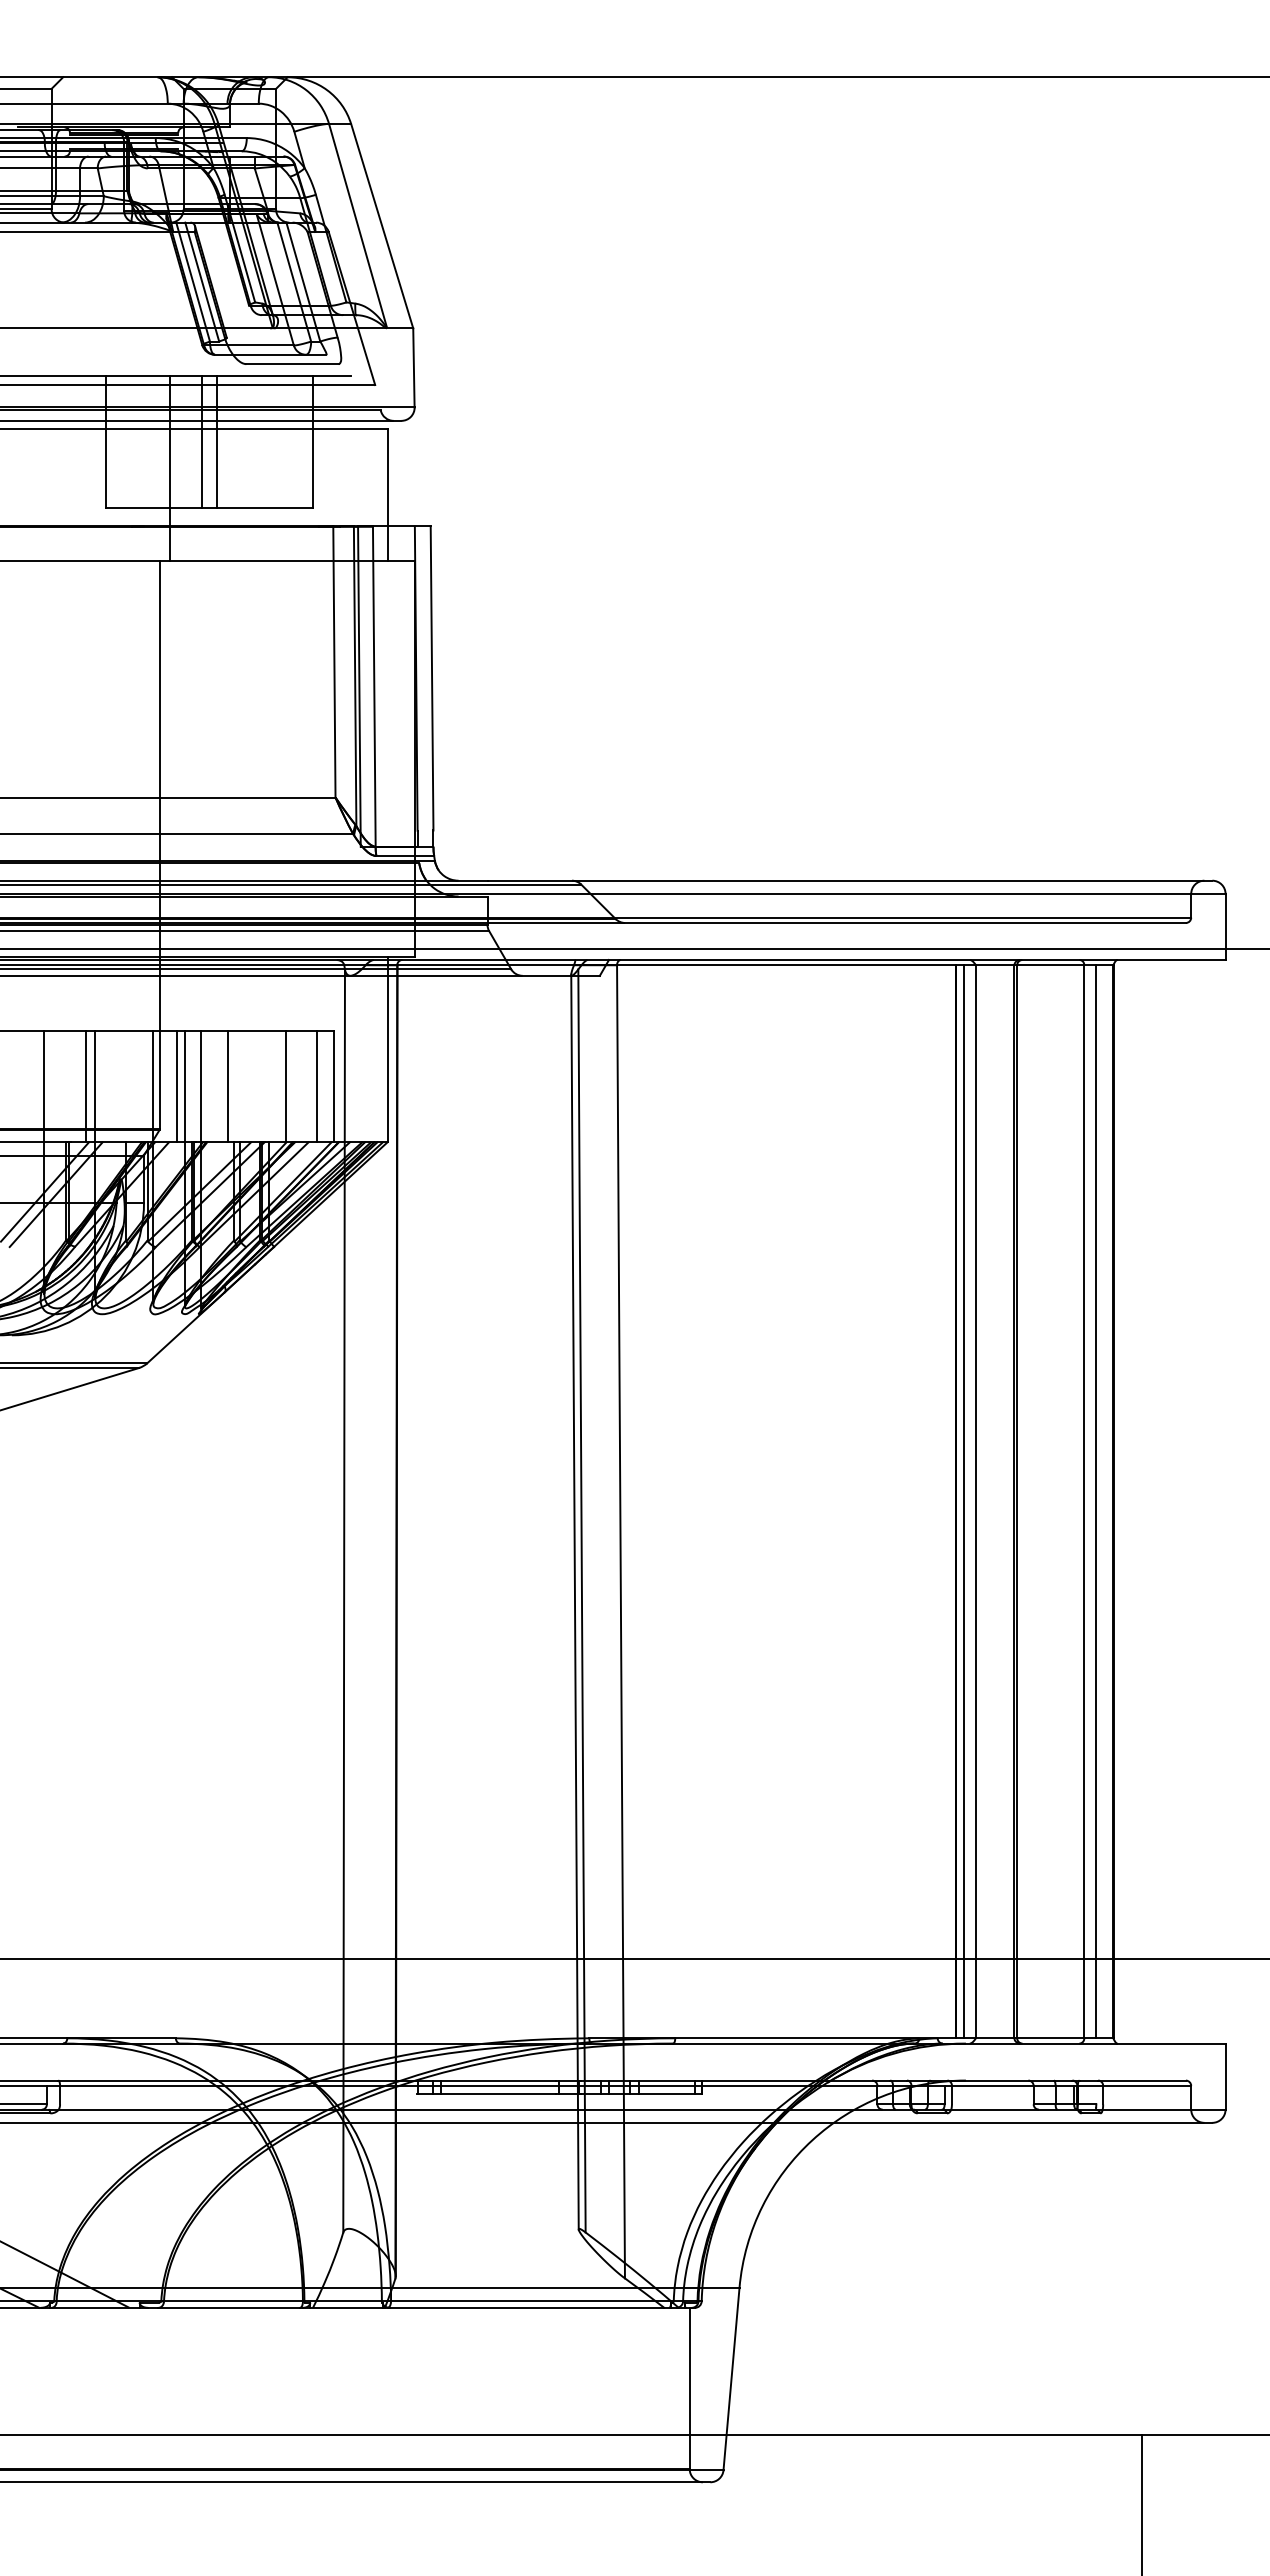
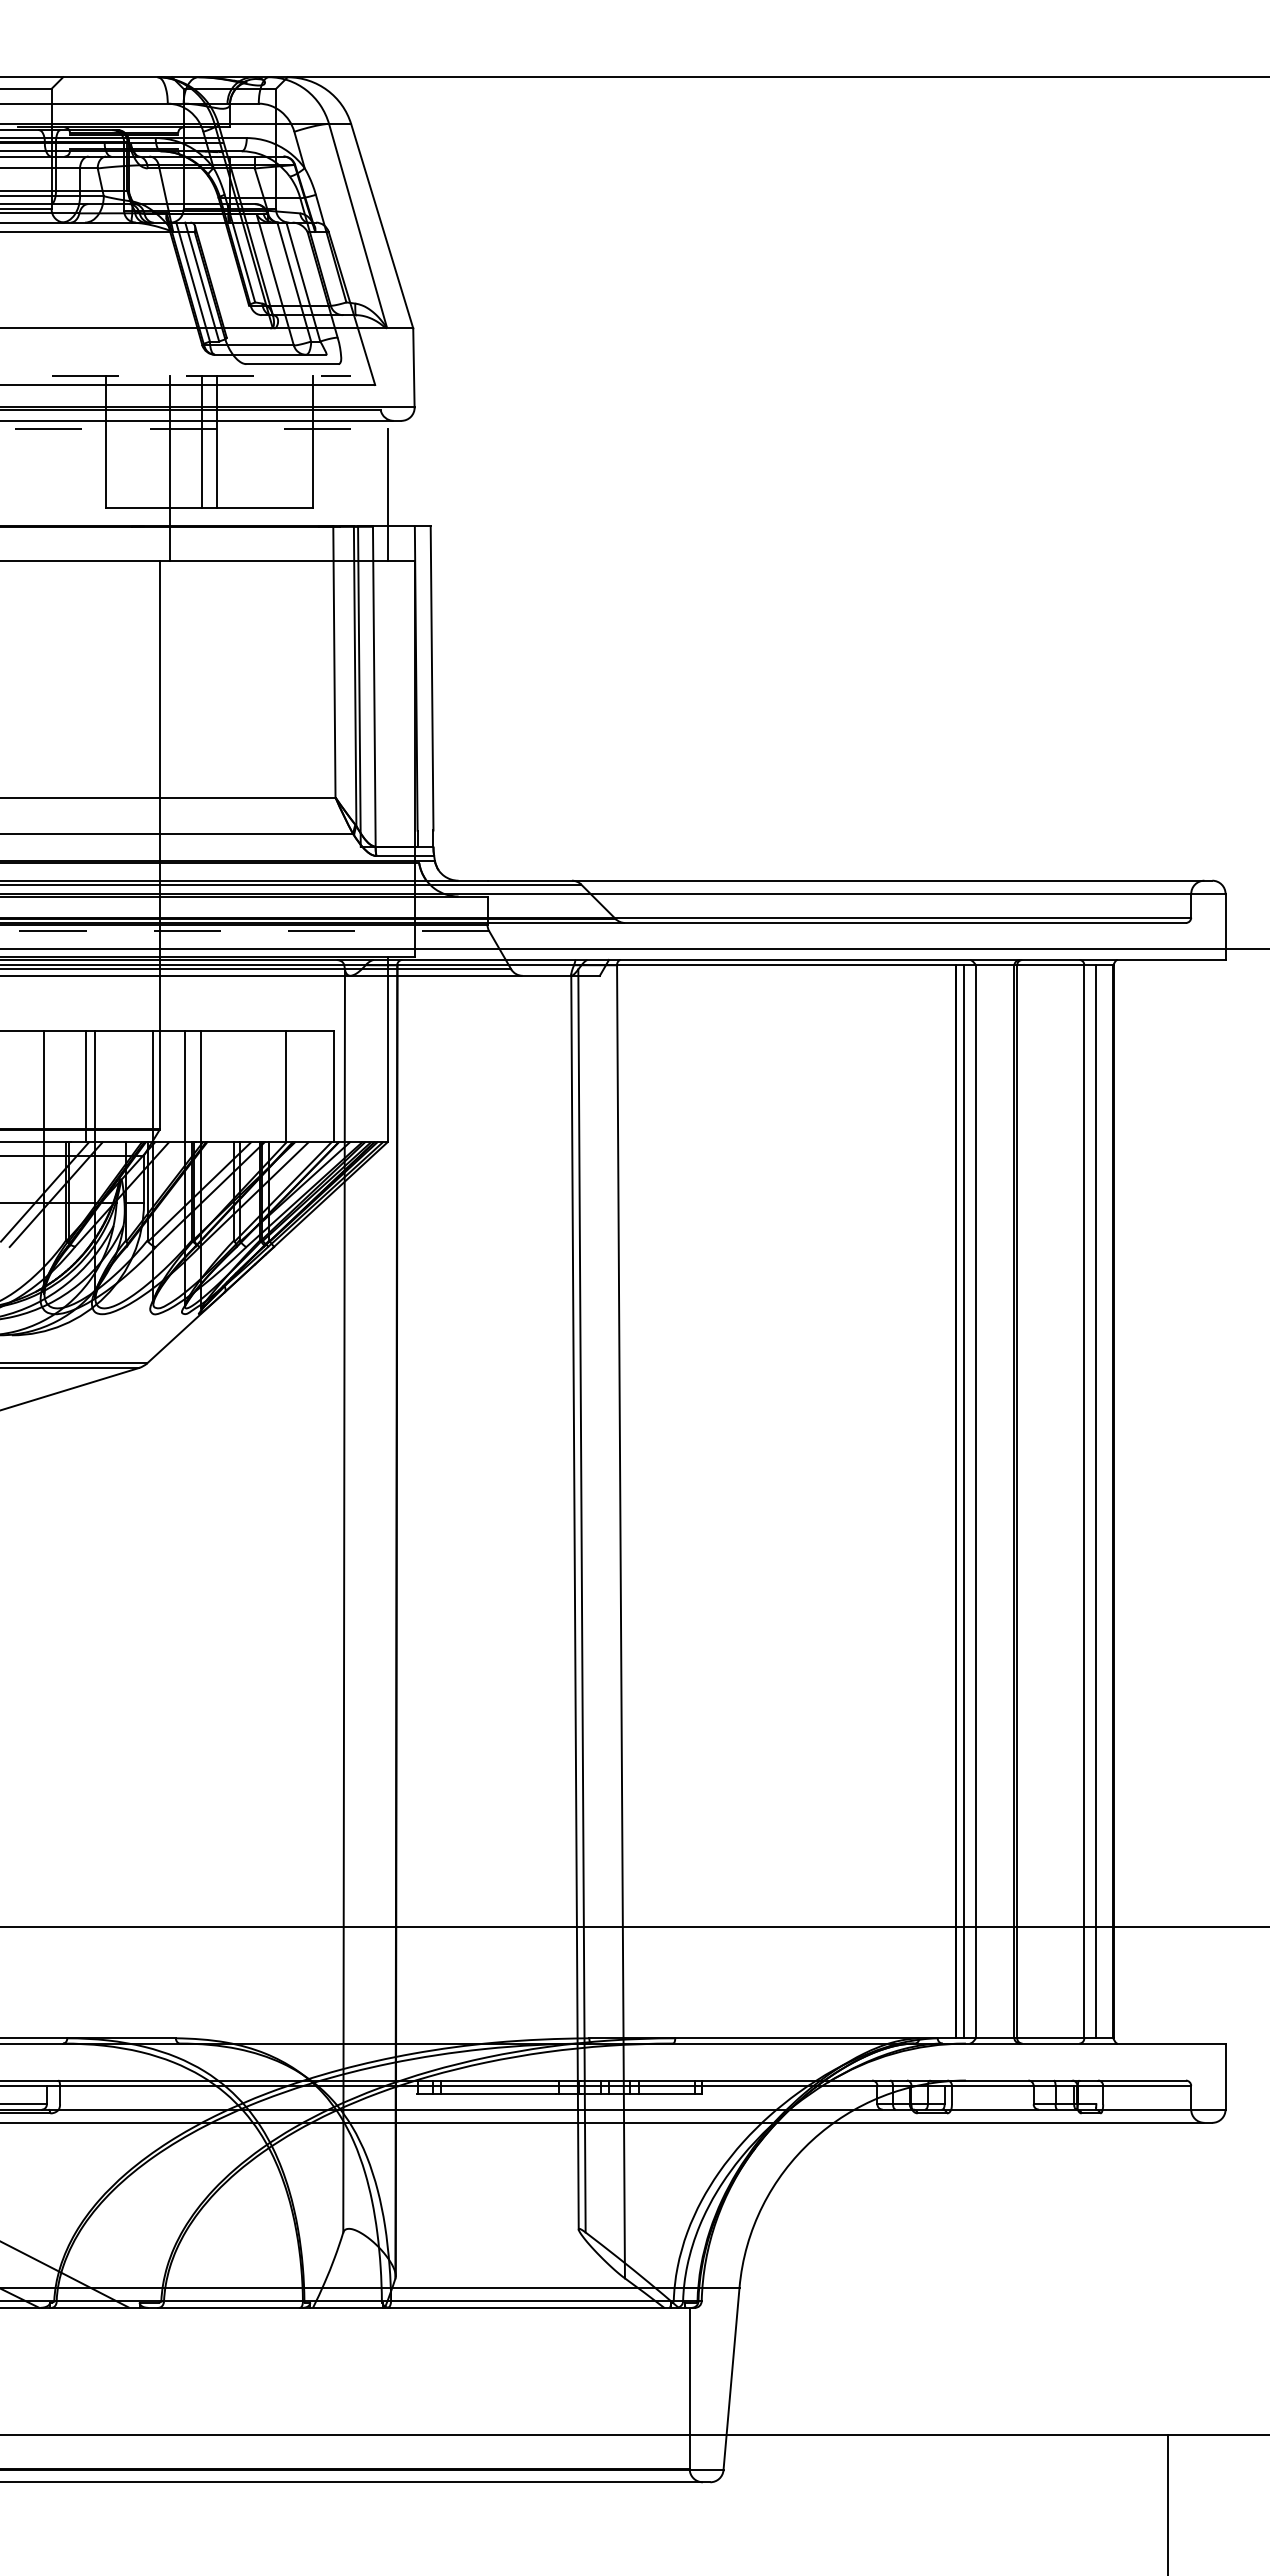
line at (176, 375): solid -> dashed
line at (194, 428): solid -> dashed
line at (244, 931): solid -> dashed
line at (176, 1086): present -> none
line at (227, 1086): present -> none
line at (317, 1086): present -> none
line at (634, 1958) position: (634, 1958) -> (634, 1926)
line at (1141, 2503) position: (1141, 2503) -> (1167, 2503)
